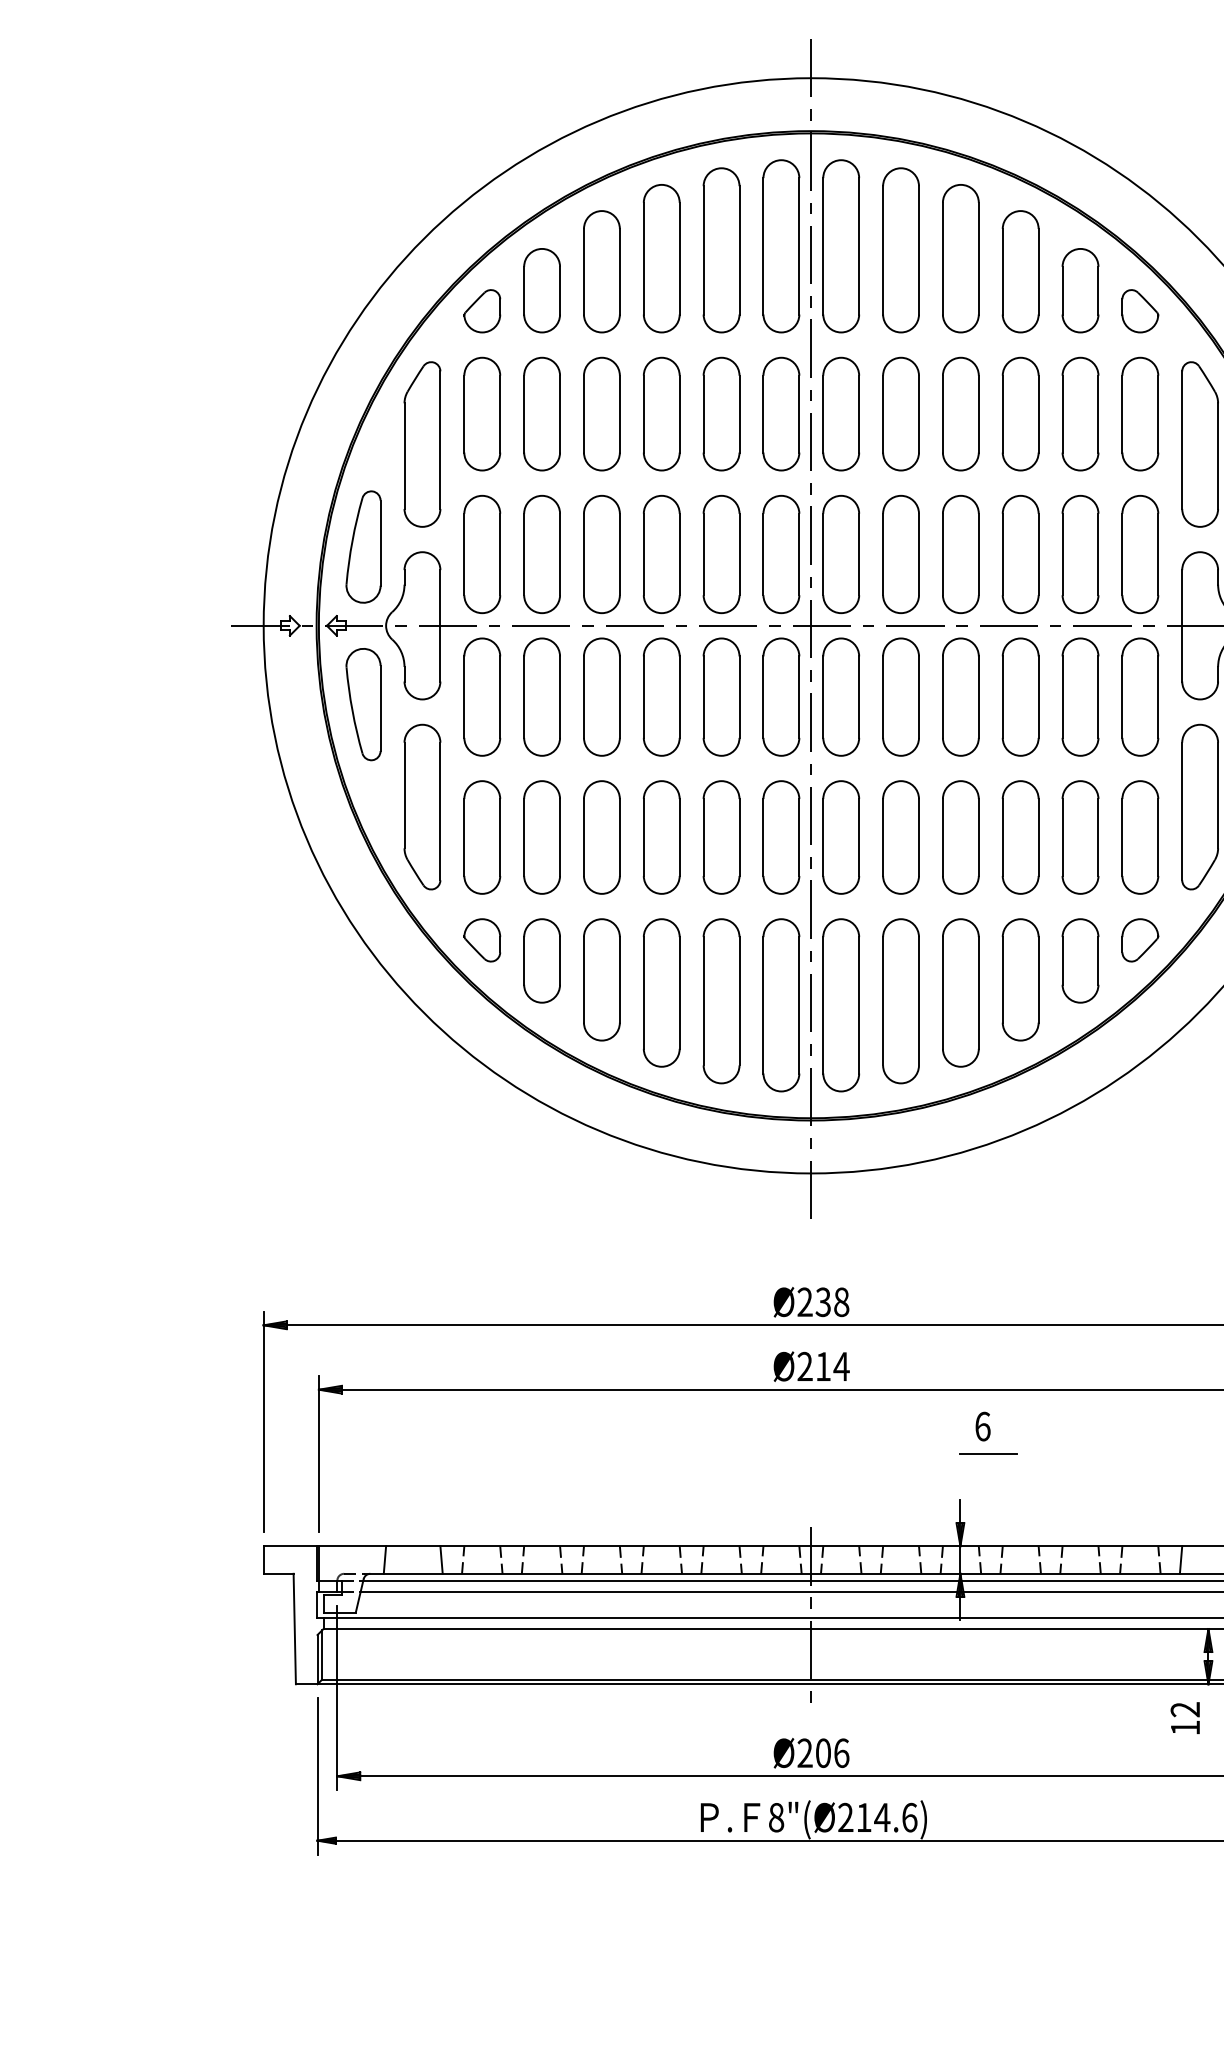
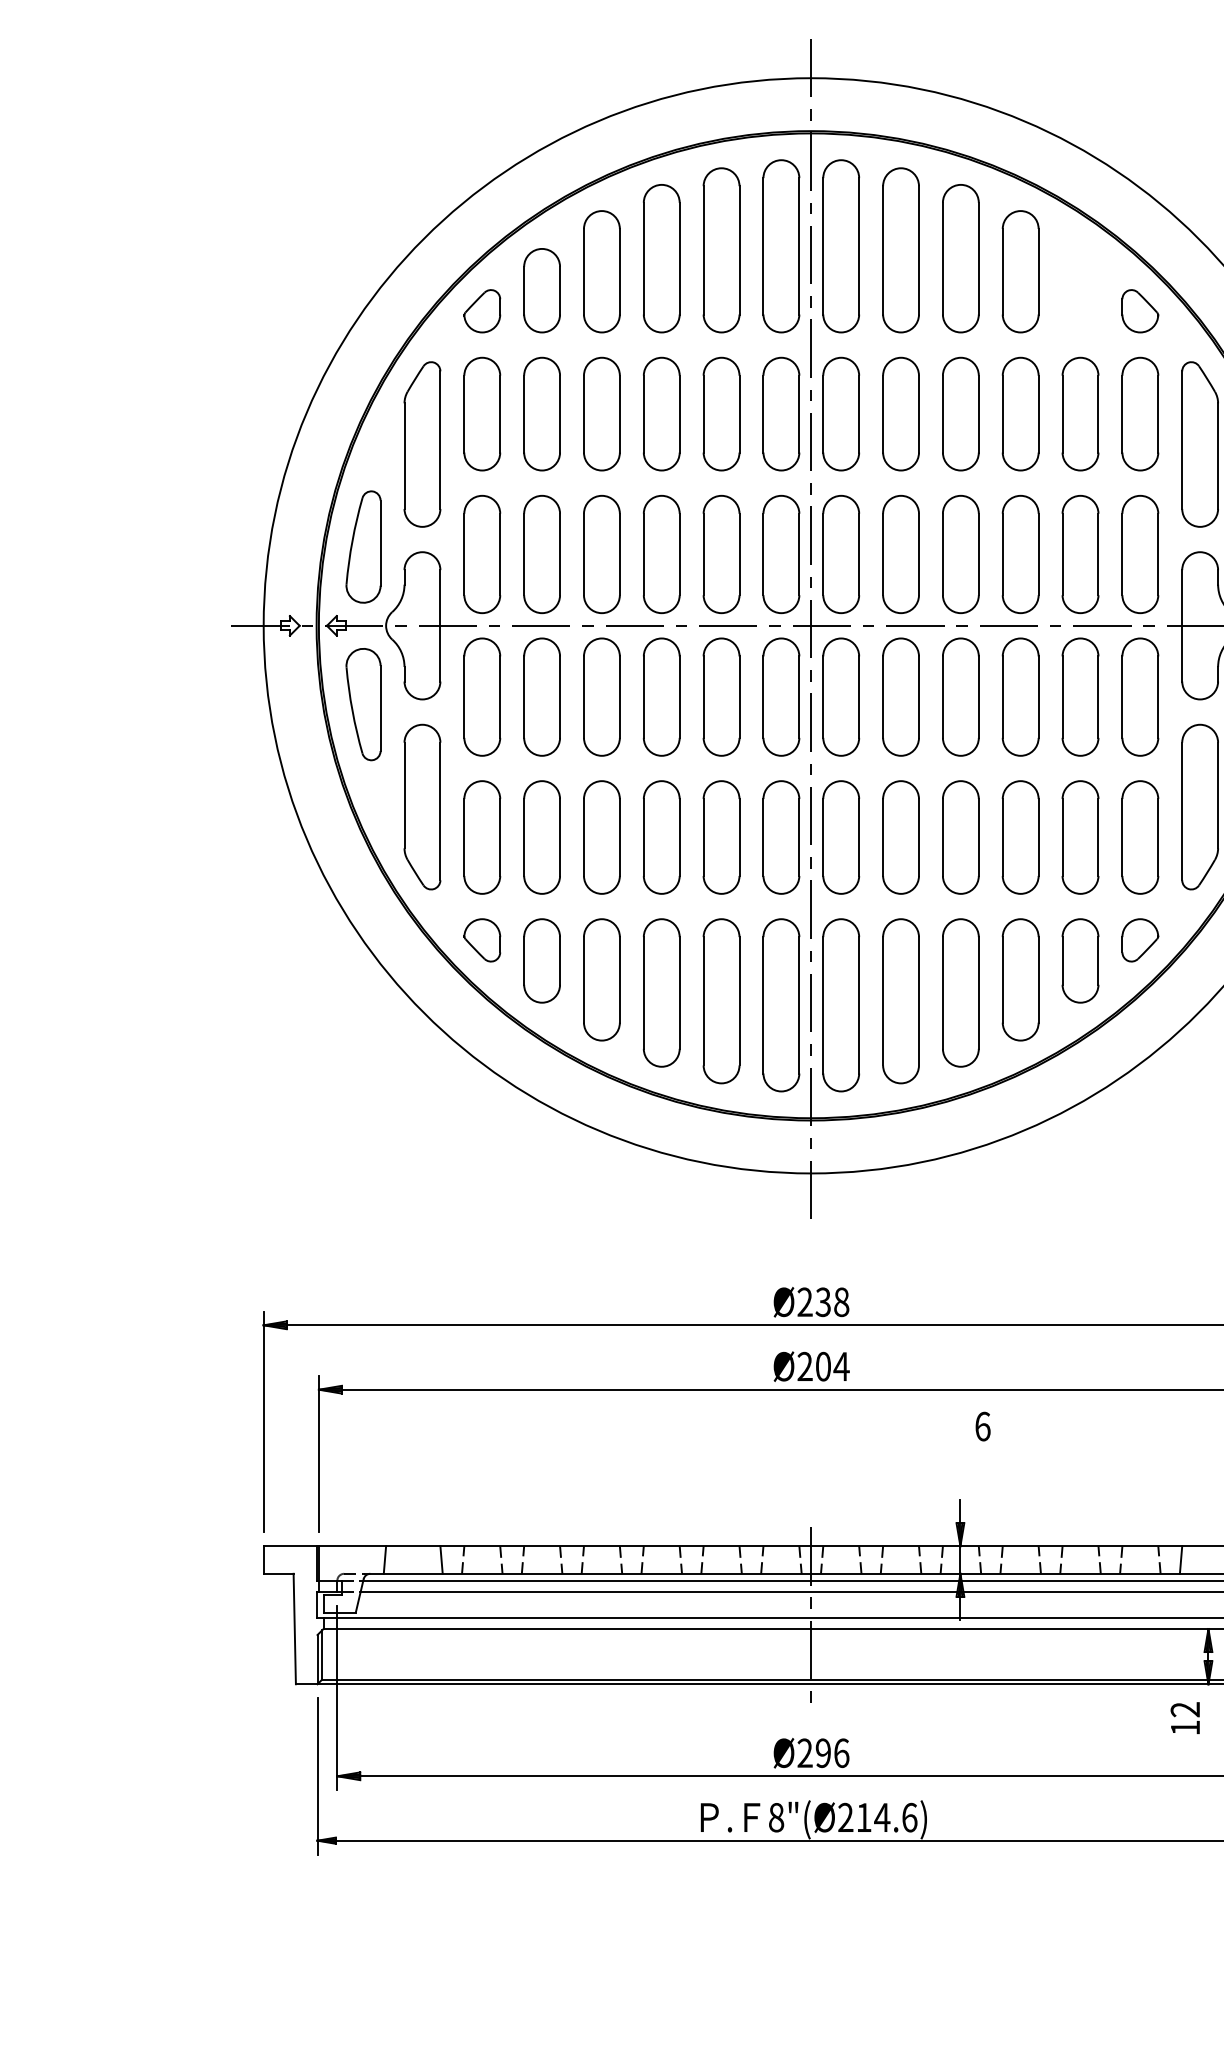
part at (1080, 290): present -> none
text at (823, 1366): Ø214 -> Ø204
line at (988, 1454): present -> none
text at (822, 1753): Ø206 -> Ø296
